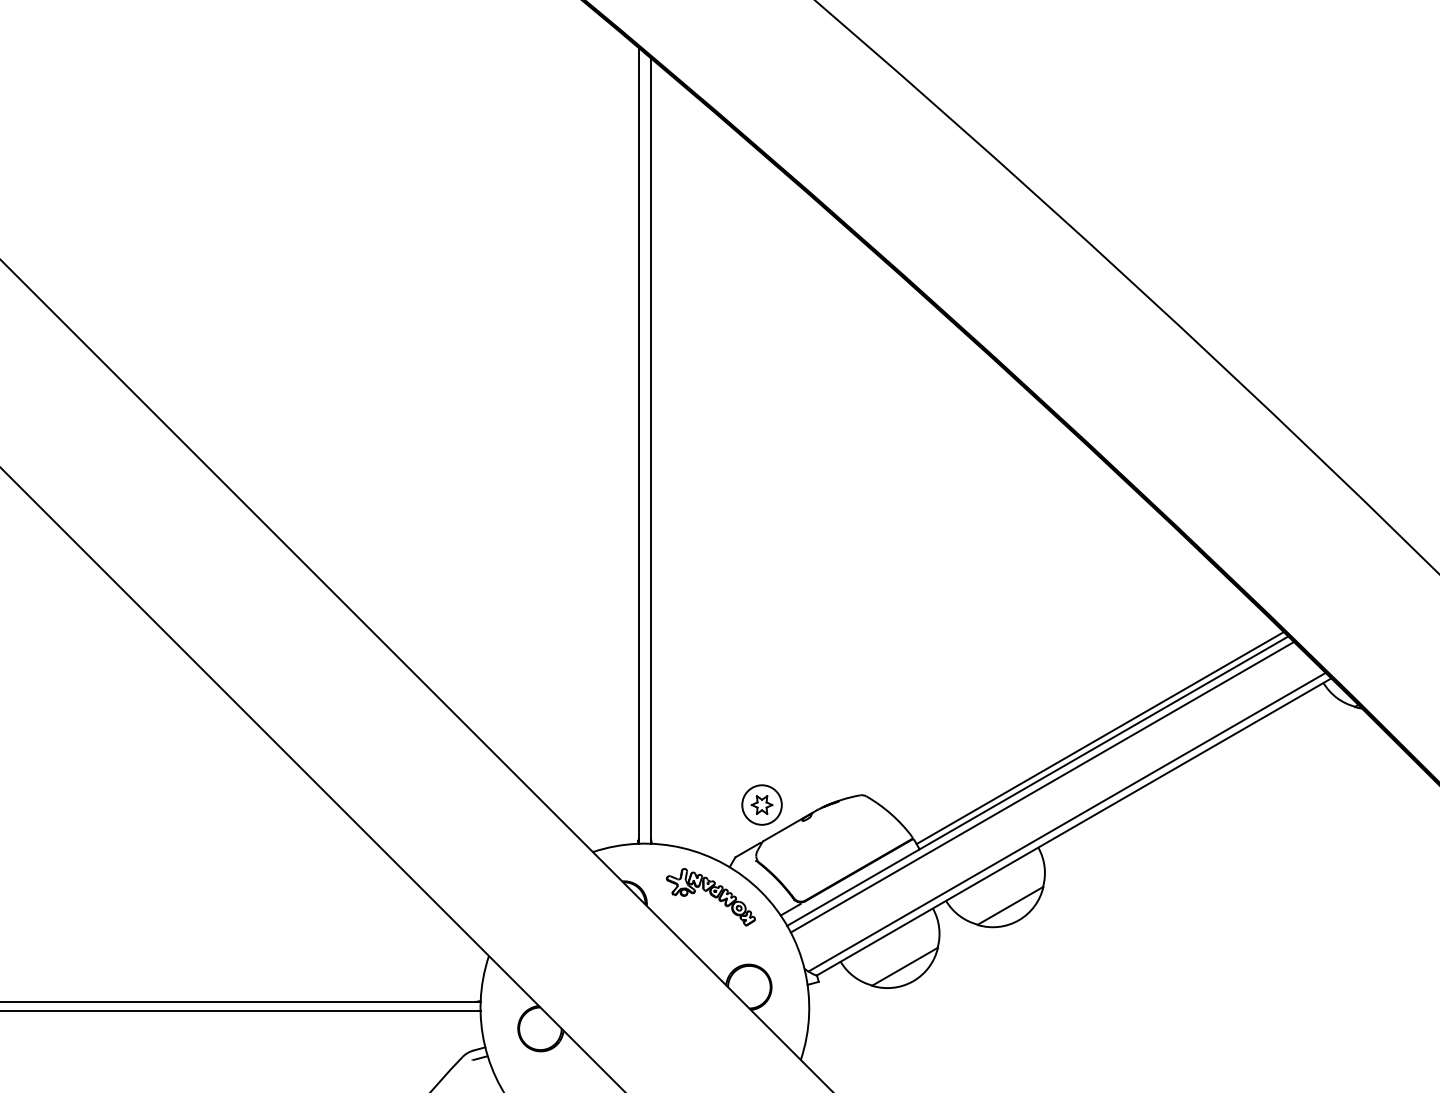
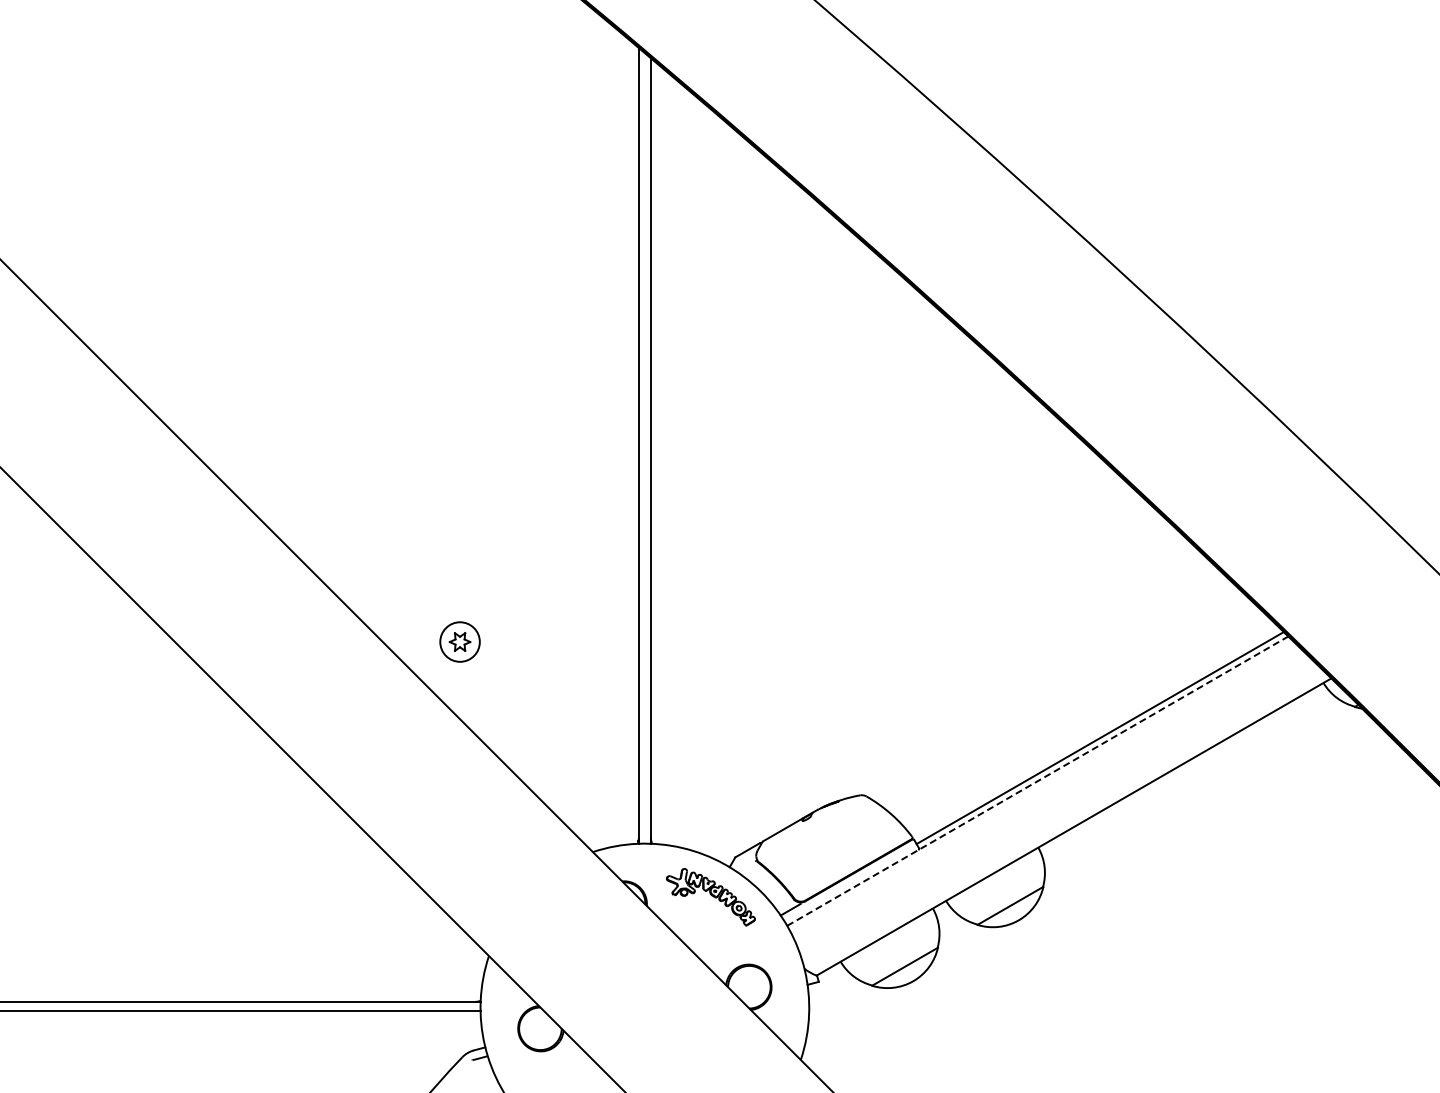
line at (1038, 780): solid -> dashed
line at (1042, 786): present -> none
part at (761, 804) position: (761, 804) -> (459, 641)
line at (1066, 821): present -> none
